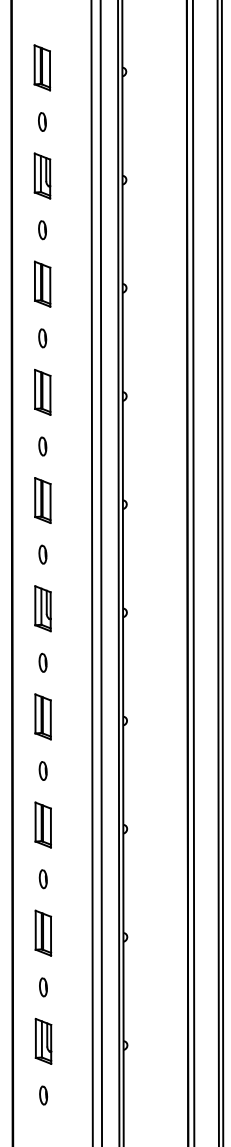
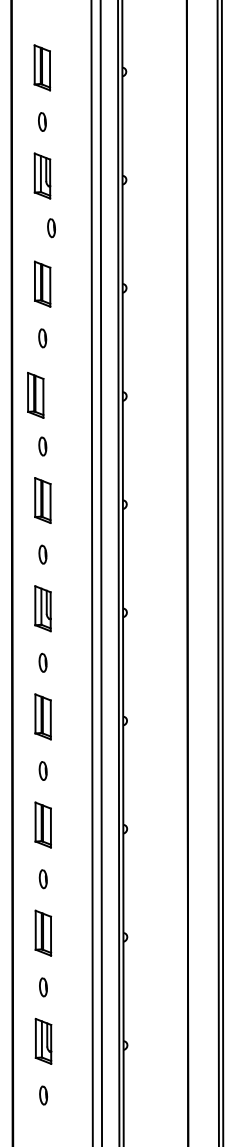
part at (42, 230) position: (42, 230) -> (51, 228)
part at (42, 391) position: (42, 391) -> (35, 394)
line at (193, 572): present -> none
